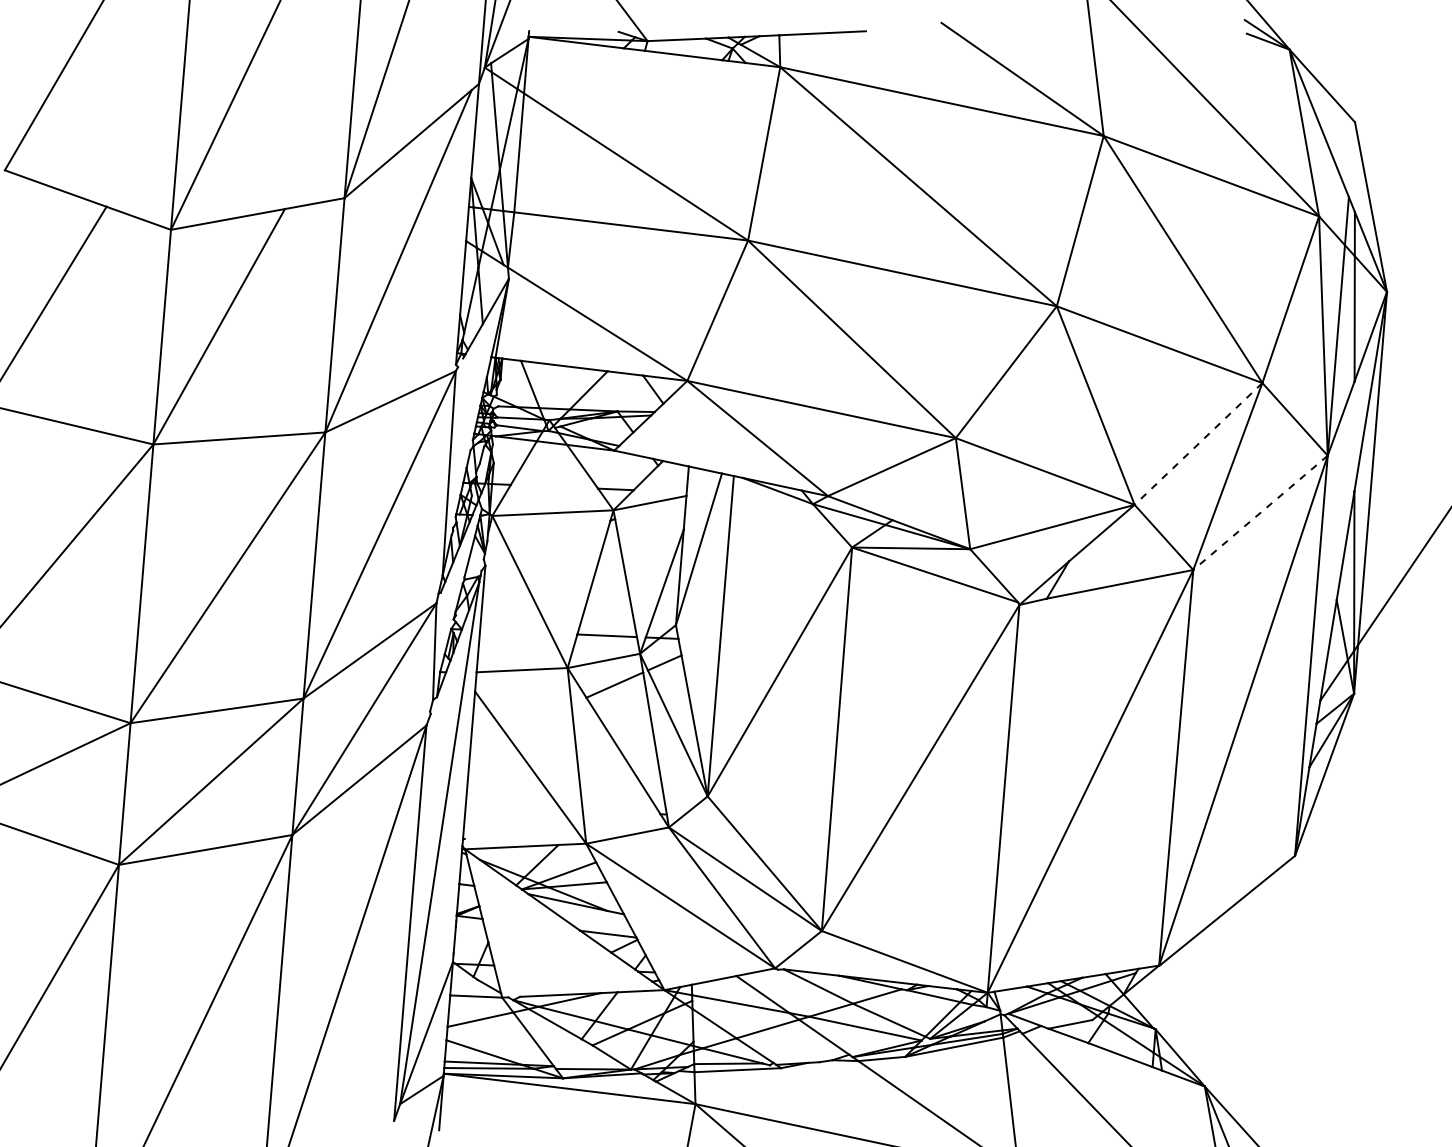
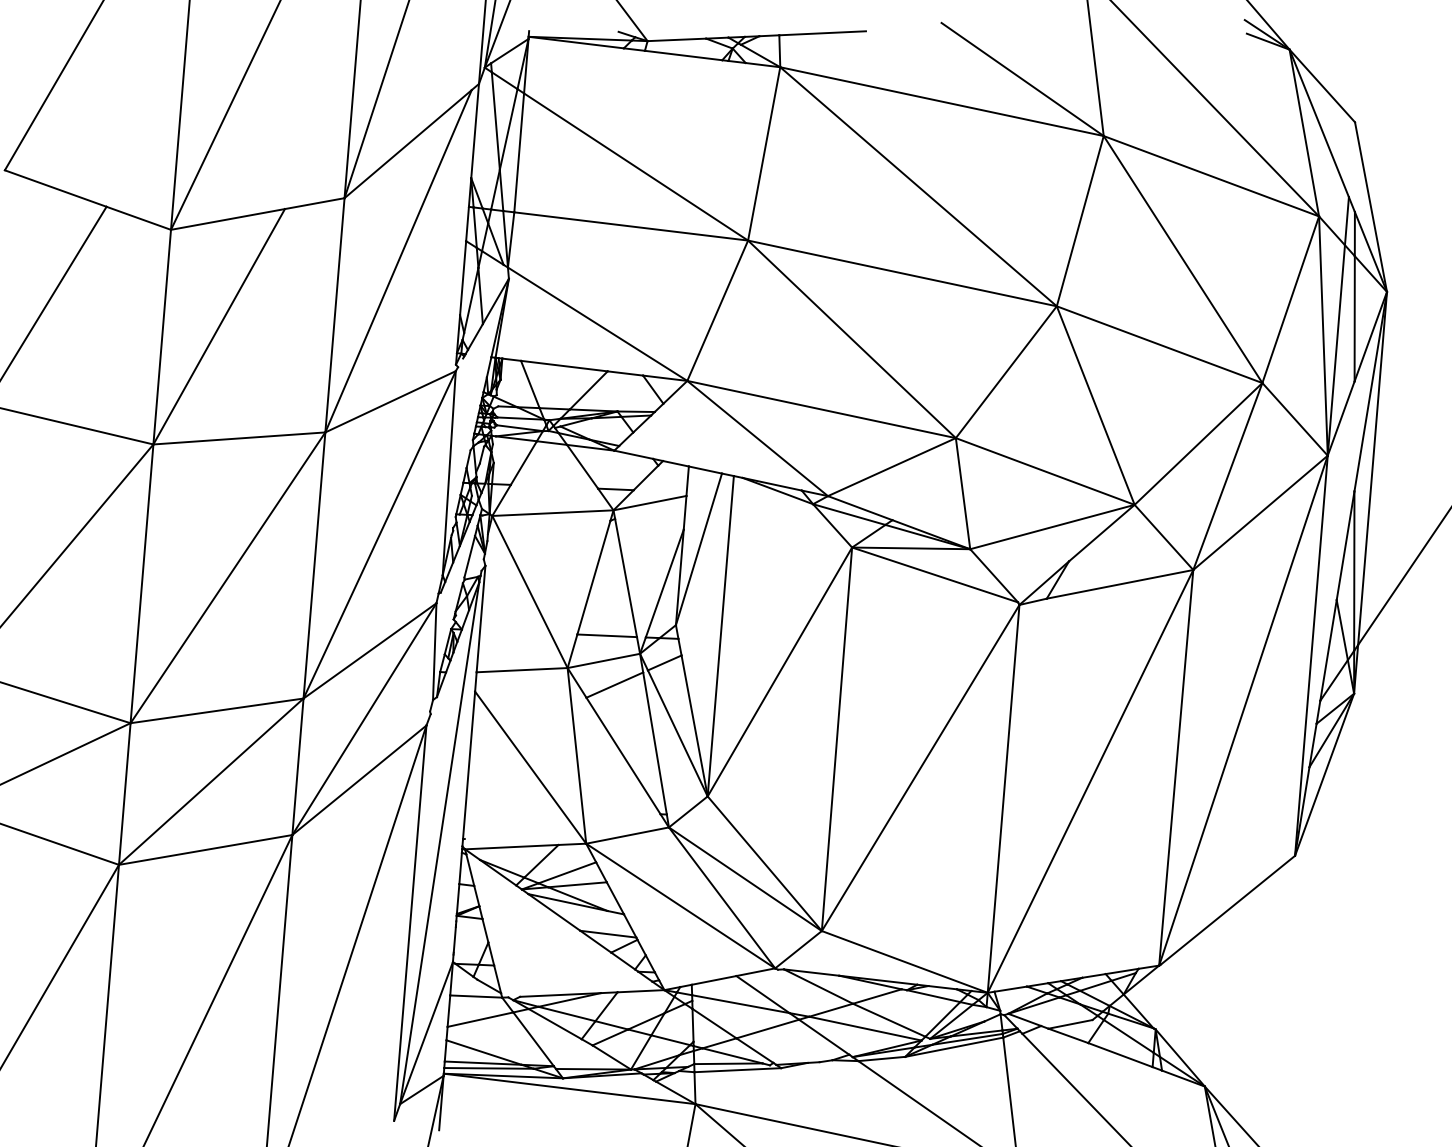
line at (1198, 444): dashed -> solid
line at (1260, 513): dashed -> solid
